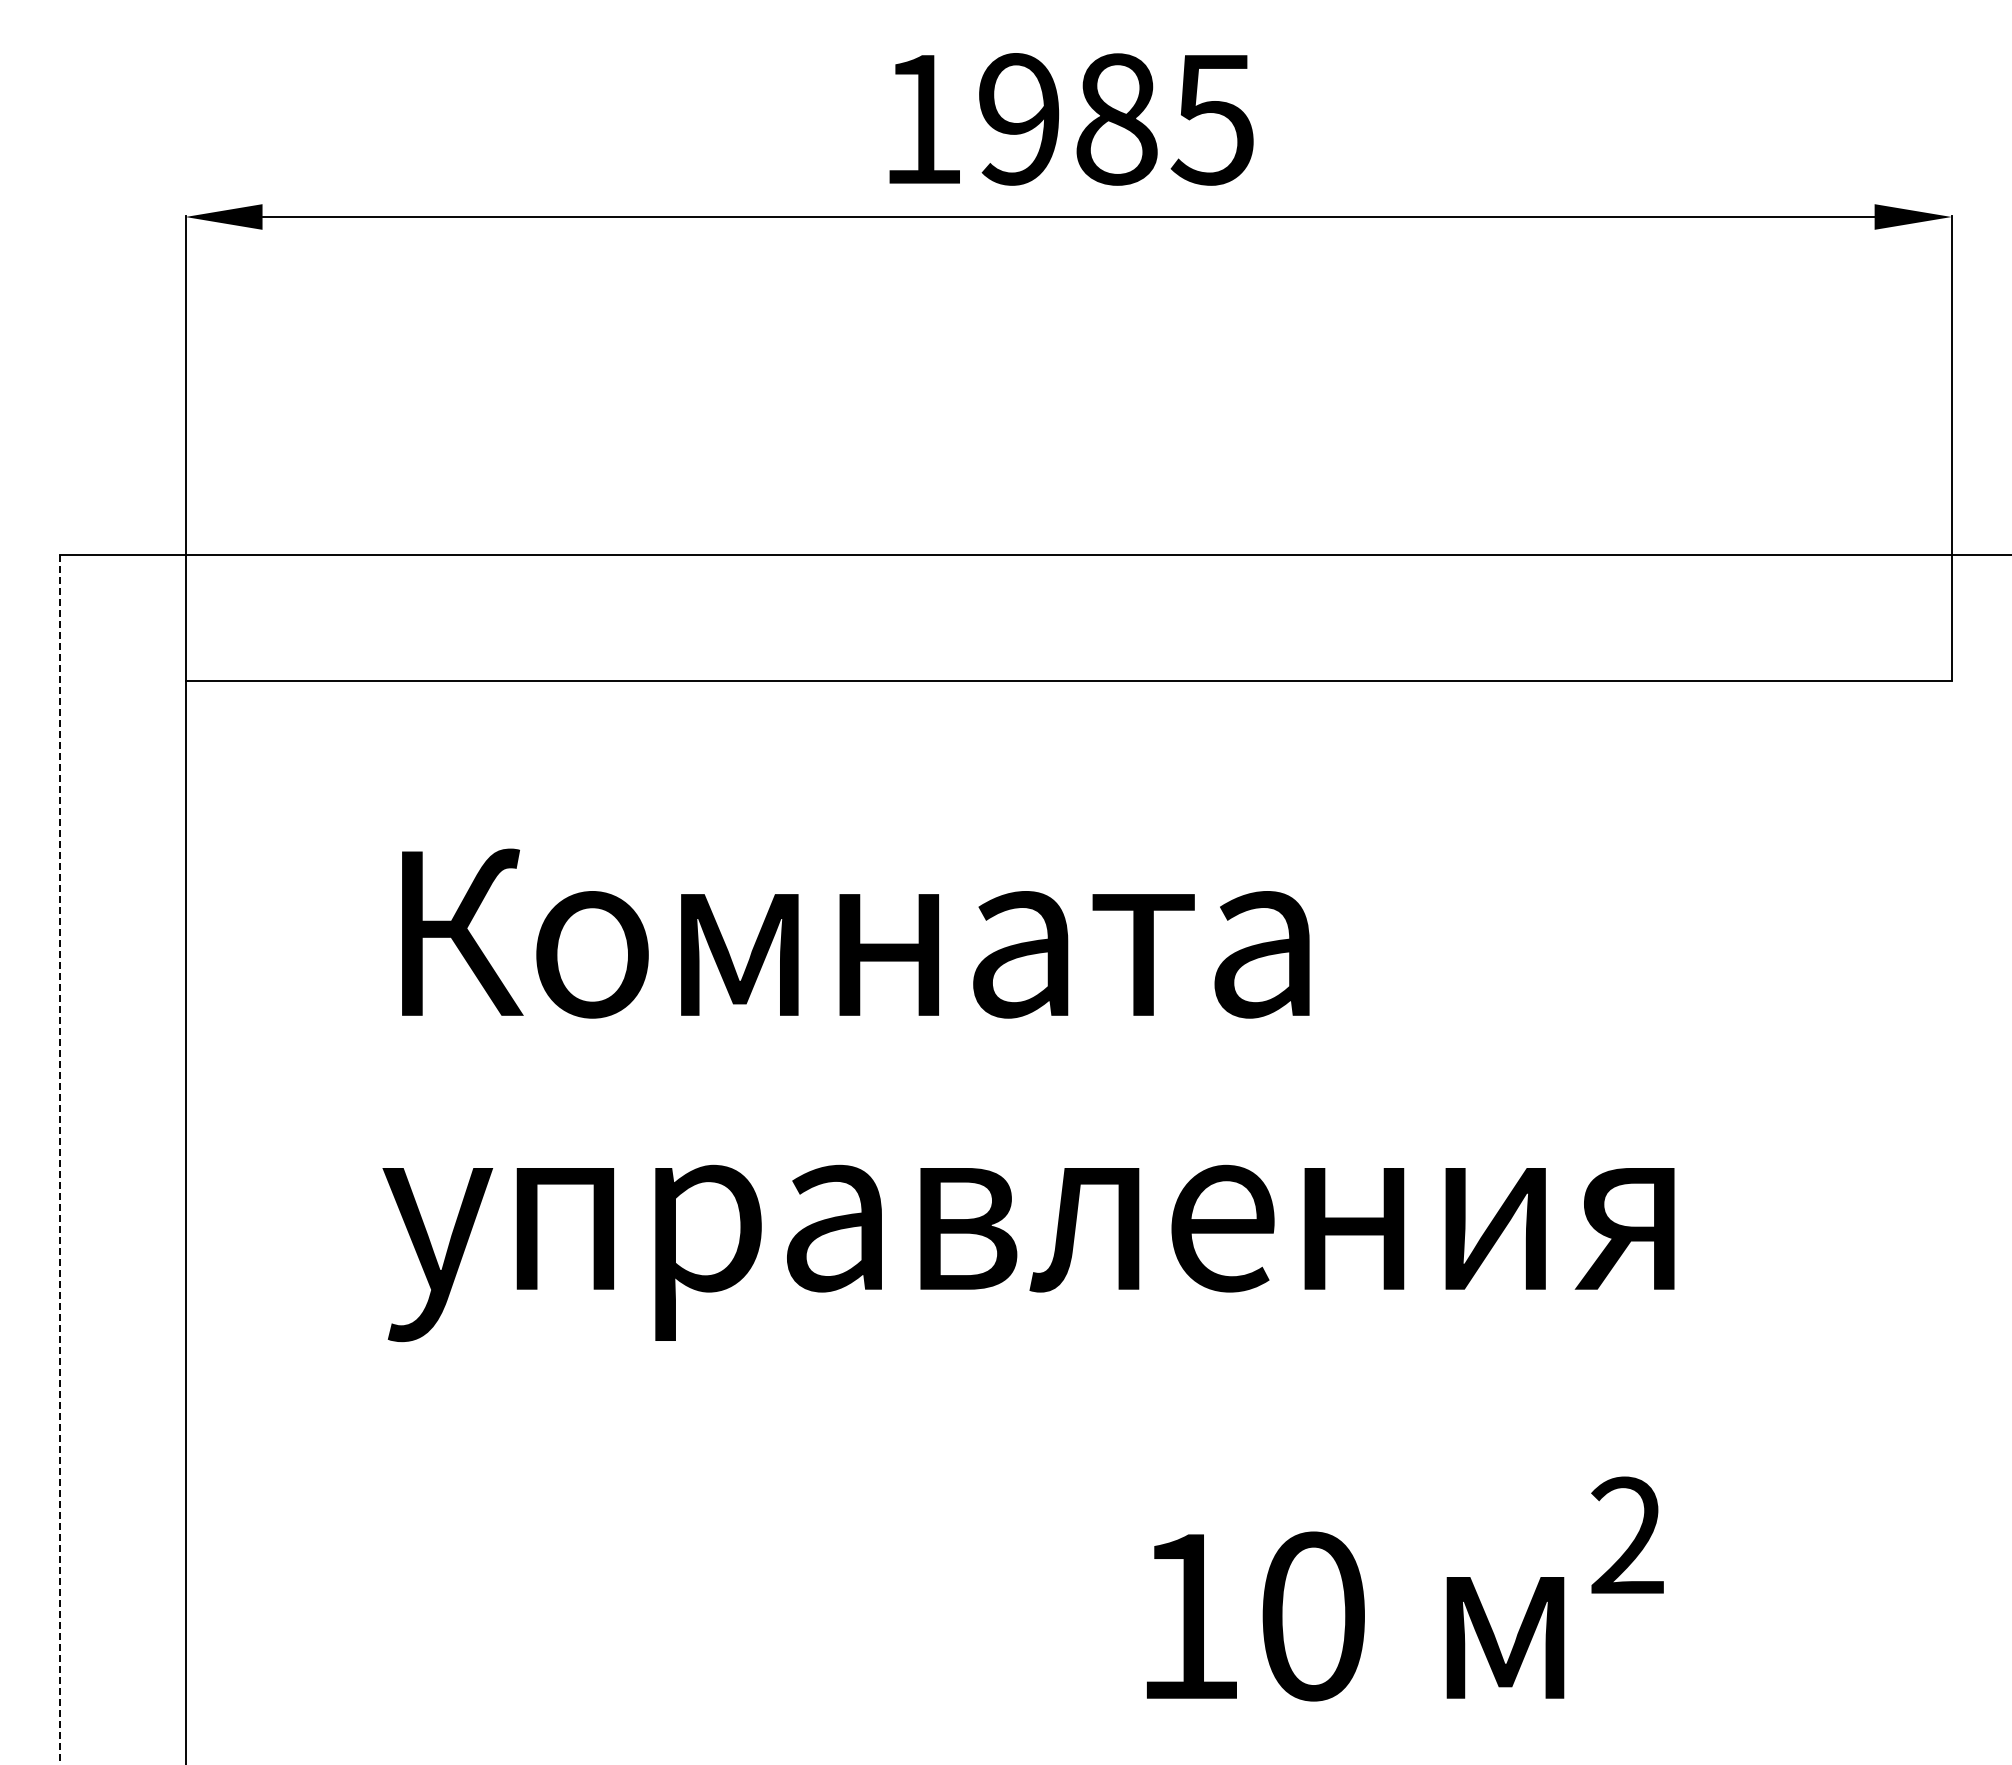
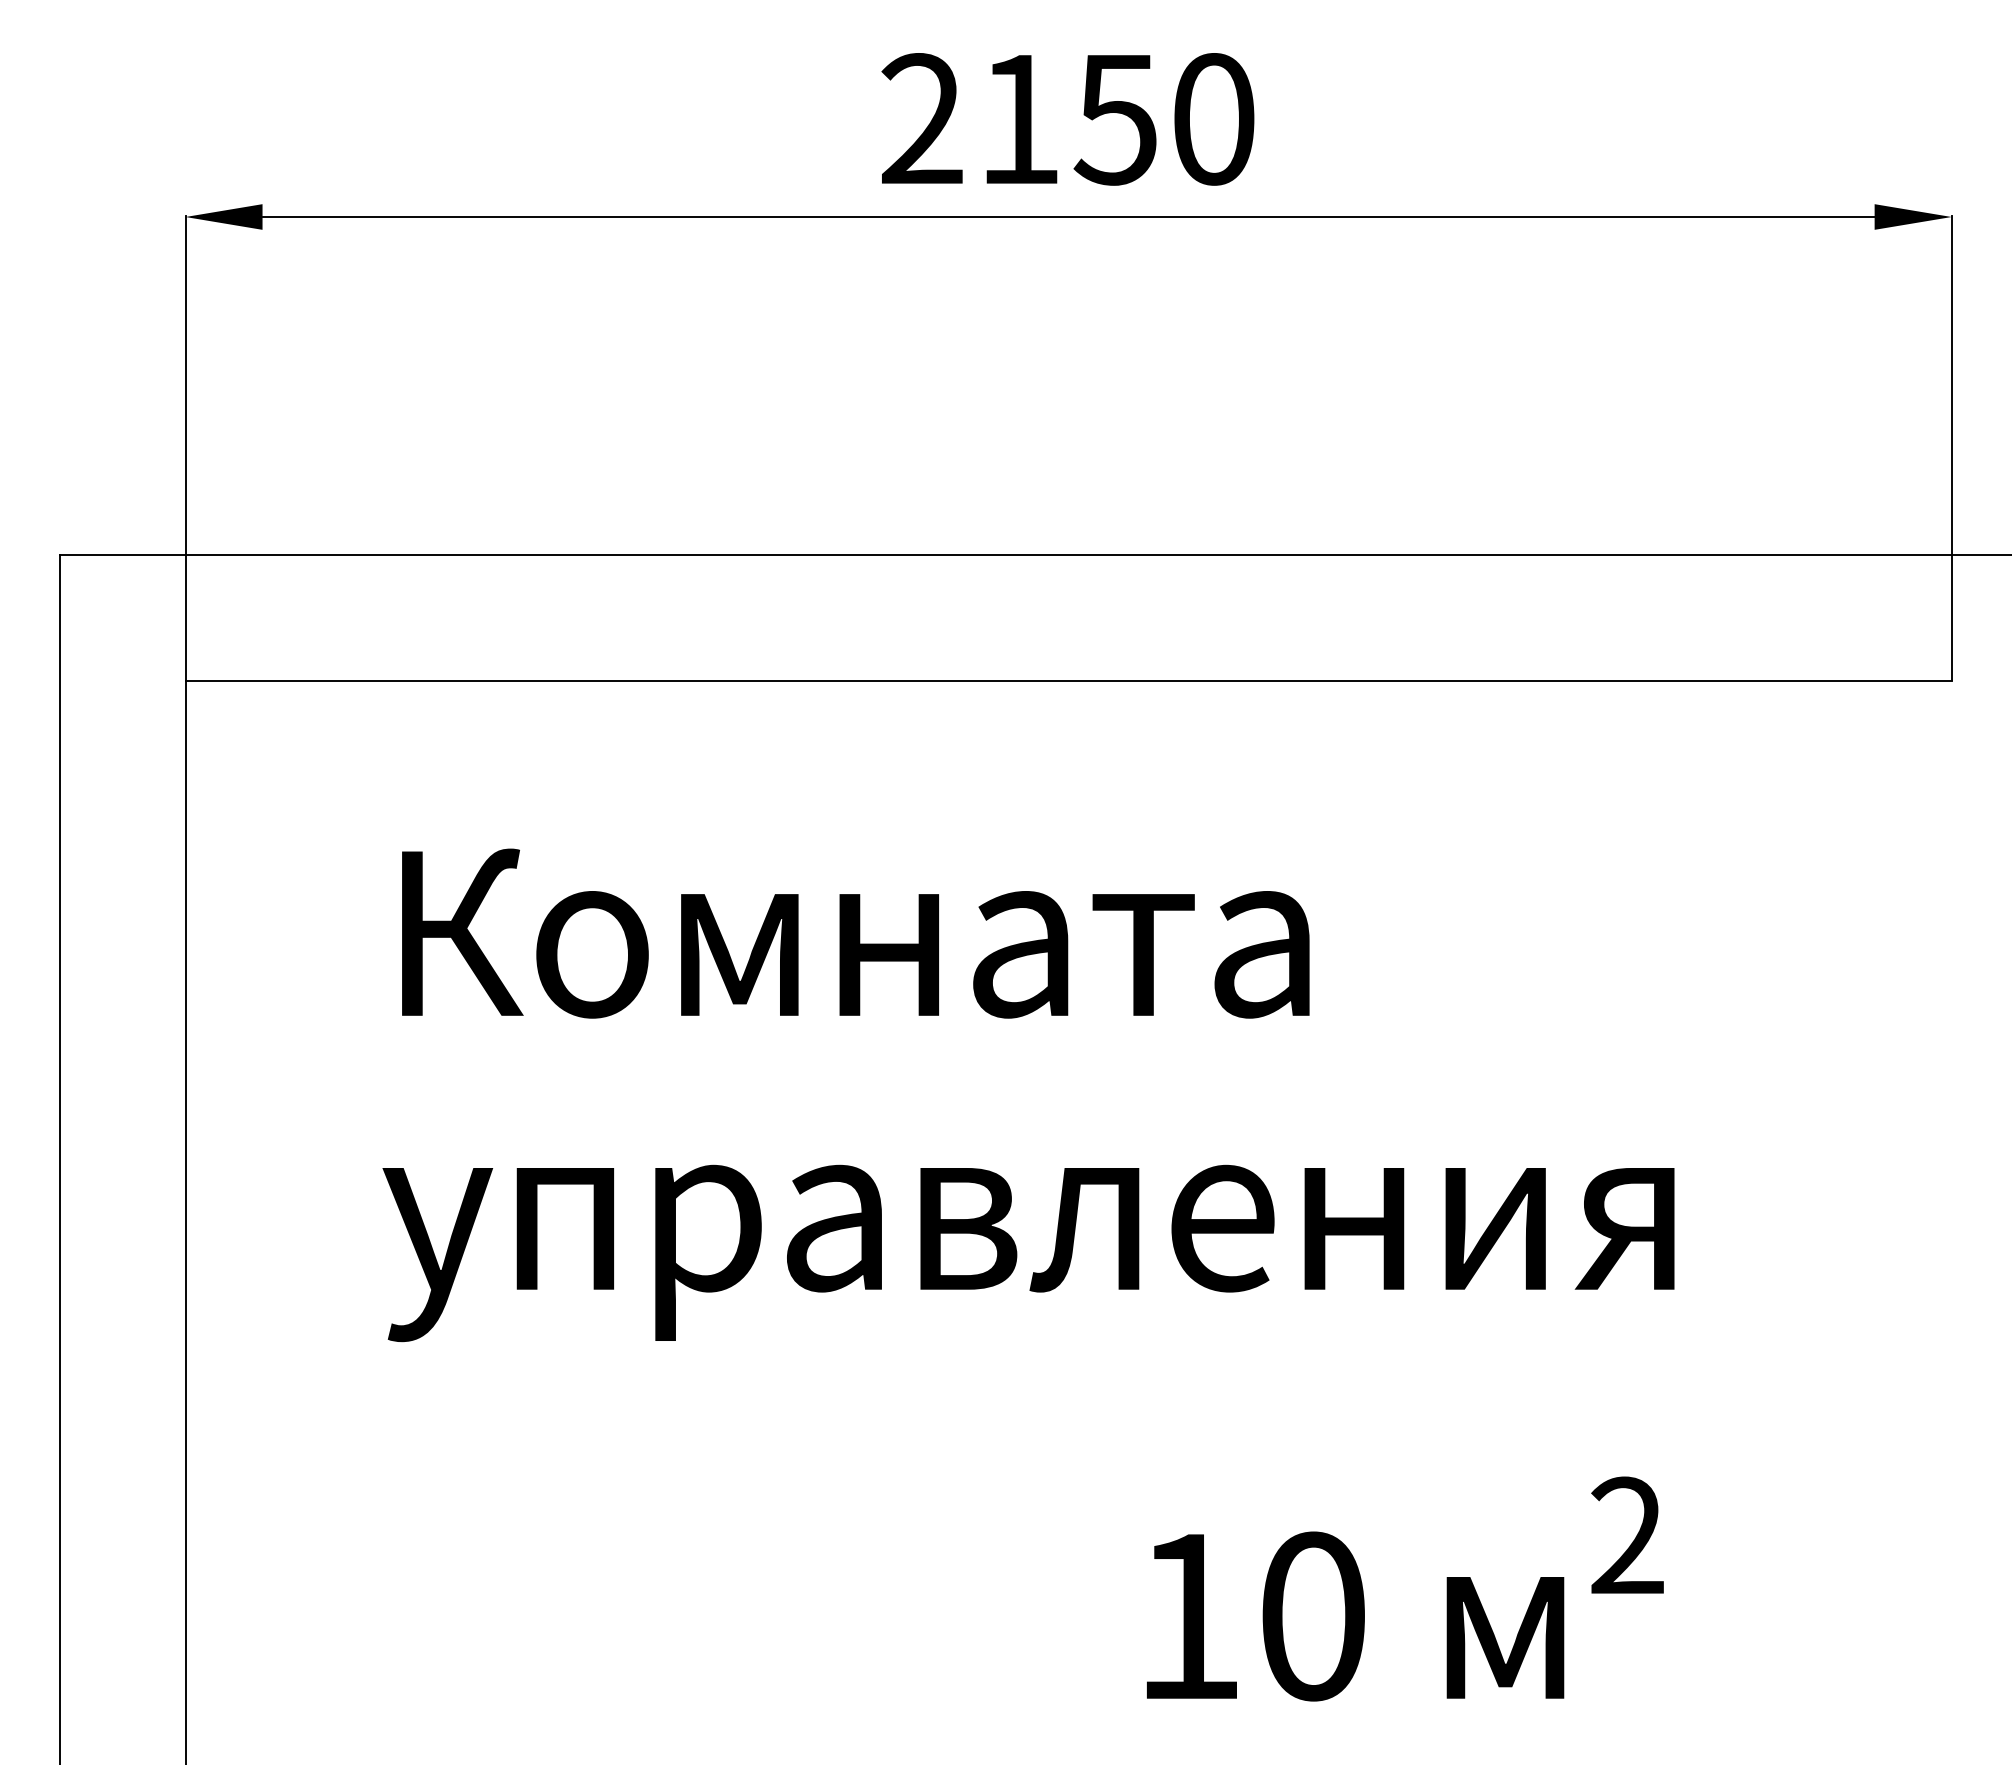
text at (1067, 119): 1985 -> 2150
line at (60, 1160): dashed -> solid
